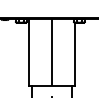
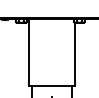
line at (51, 52): present -> none
